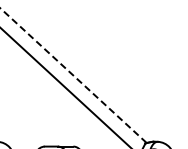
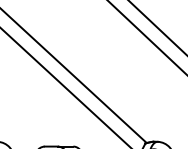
line at (157, 27): none -> present
line at (146, 37): none -> present
line at (73, 75): dashed -> solid
